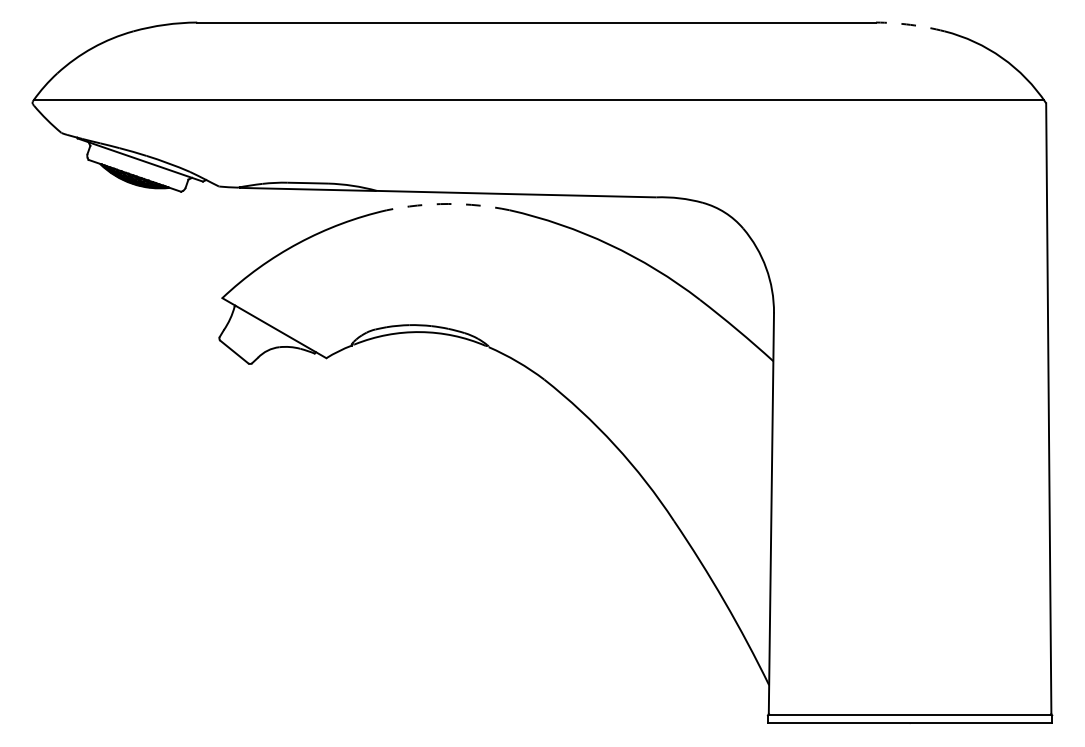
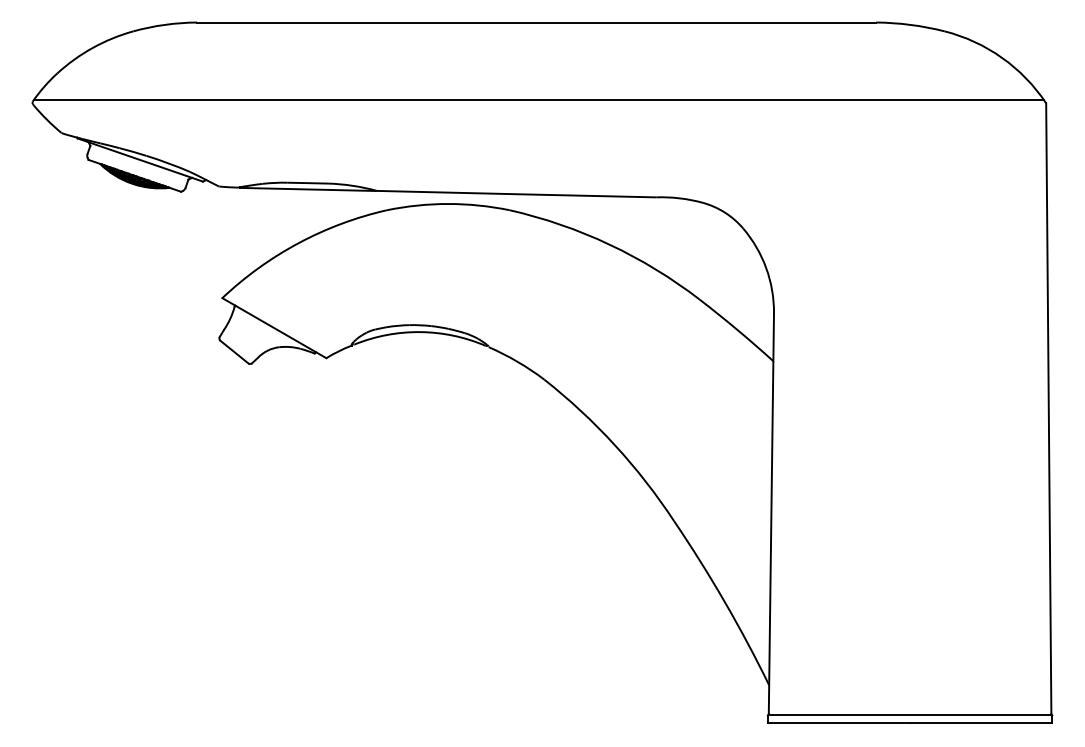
arc at (910, 24): dashed -> solid
arc at (448, 204): dashed -> solid
